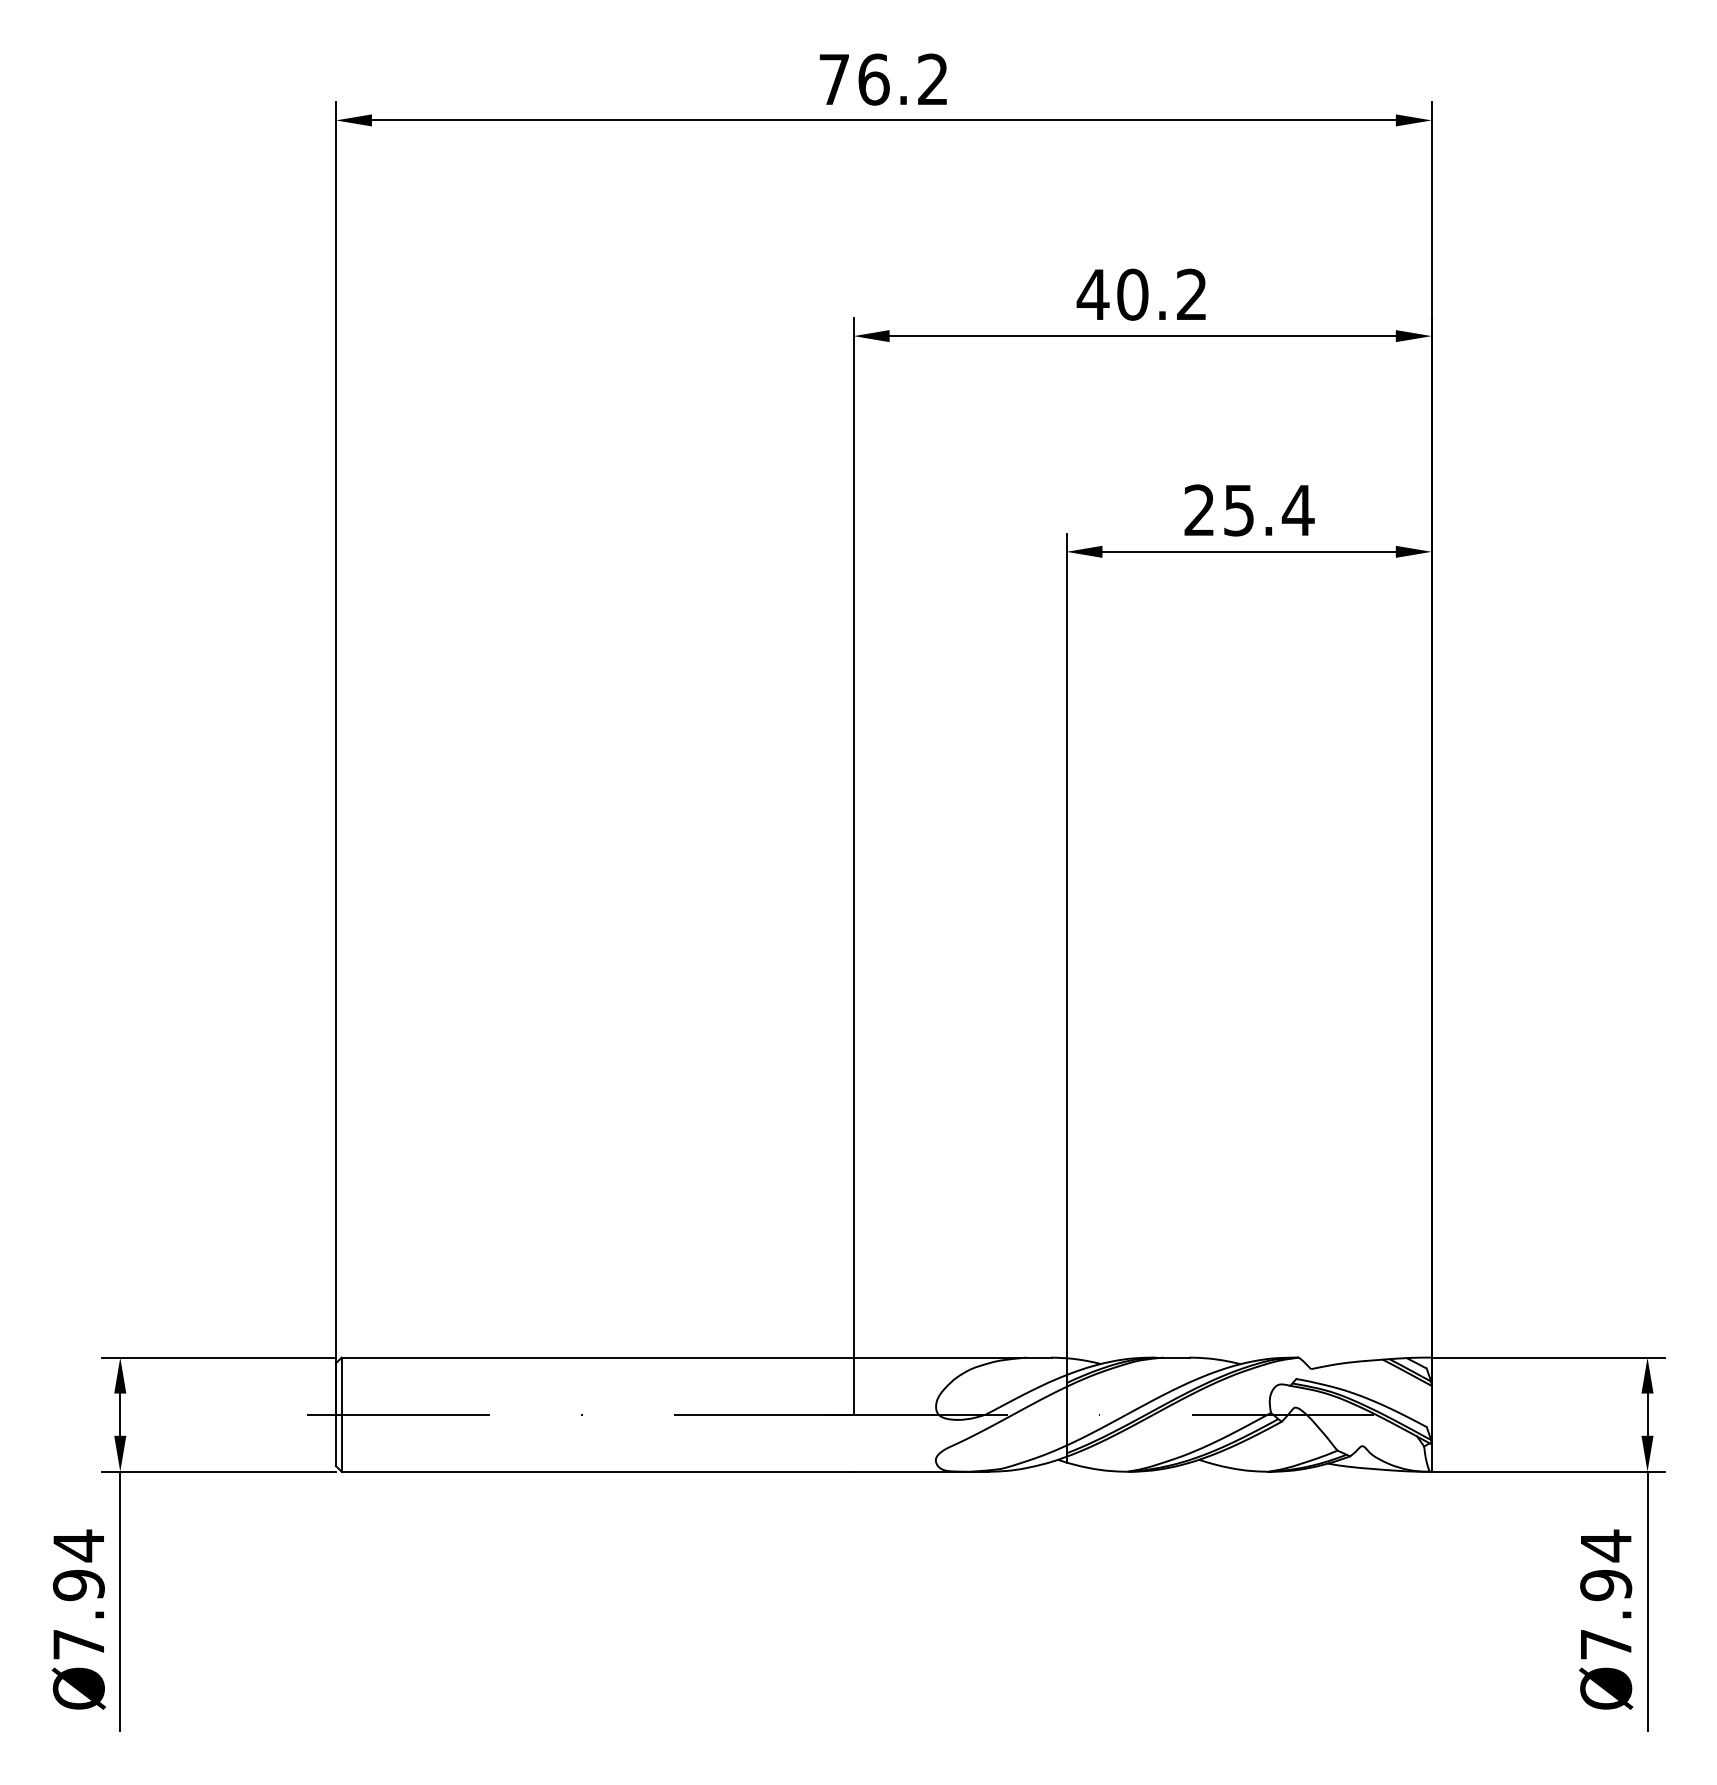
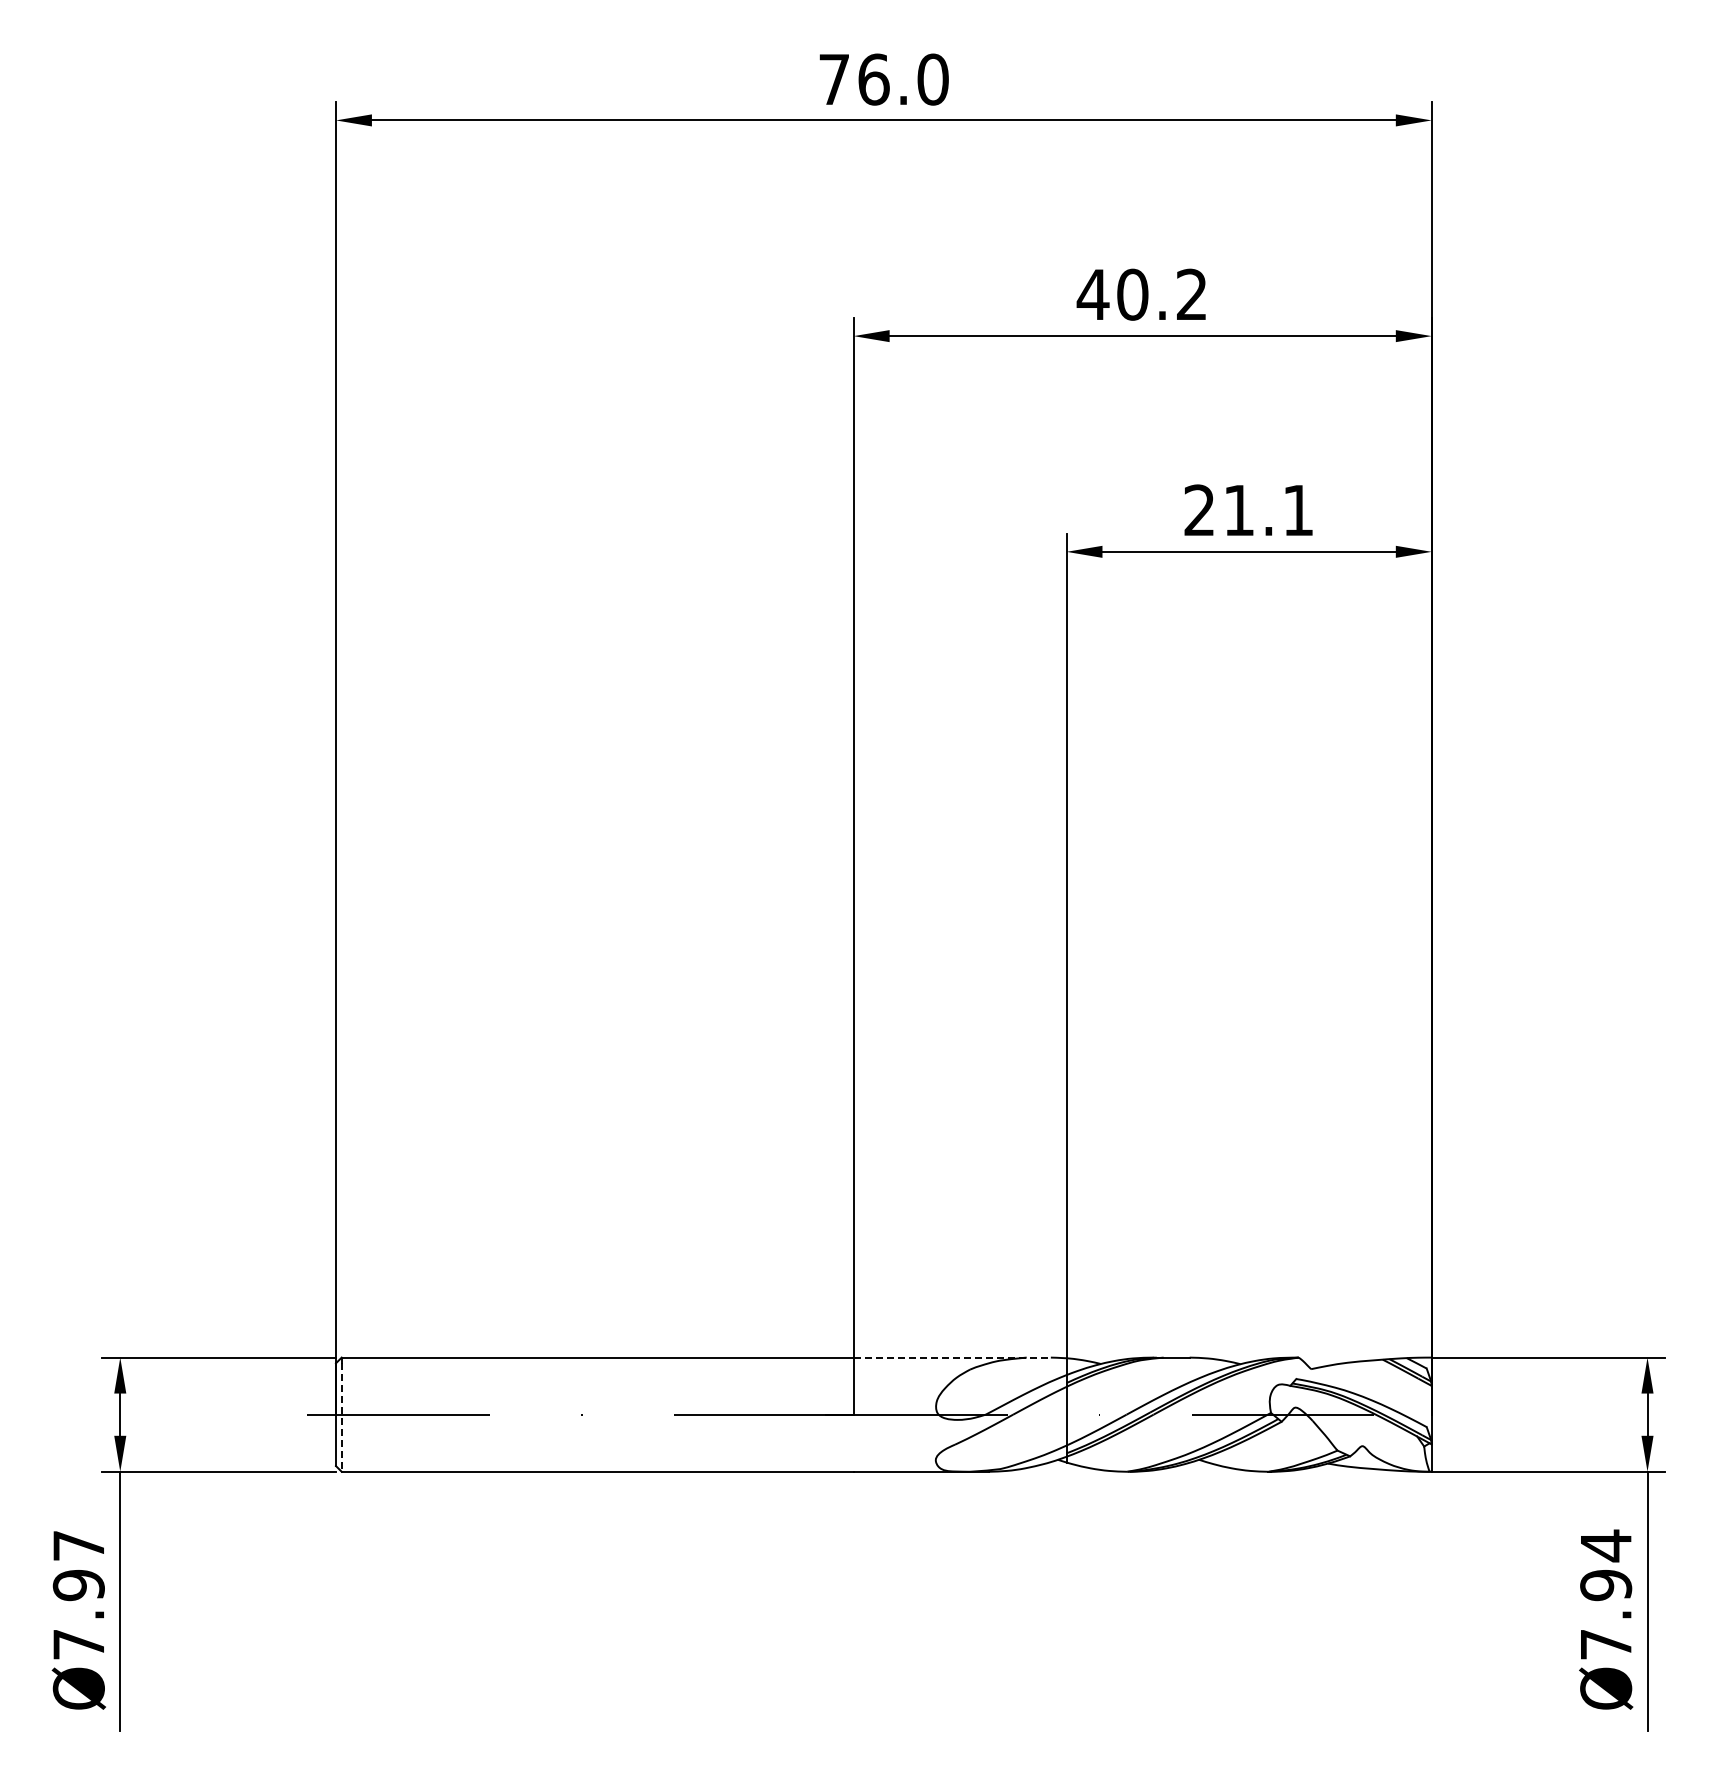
text at (932, 79): 76.2 -> 76.0
text at (1269, 510): 25.4 -> 21.1
line at (953, 1357): solid -> dashed
line at (341, 1417): solid -> dashed
text at (78, 1545): Ø7.94 -> Ø7.97
